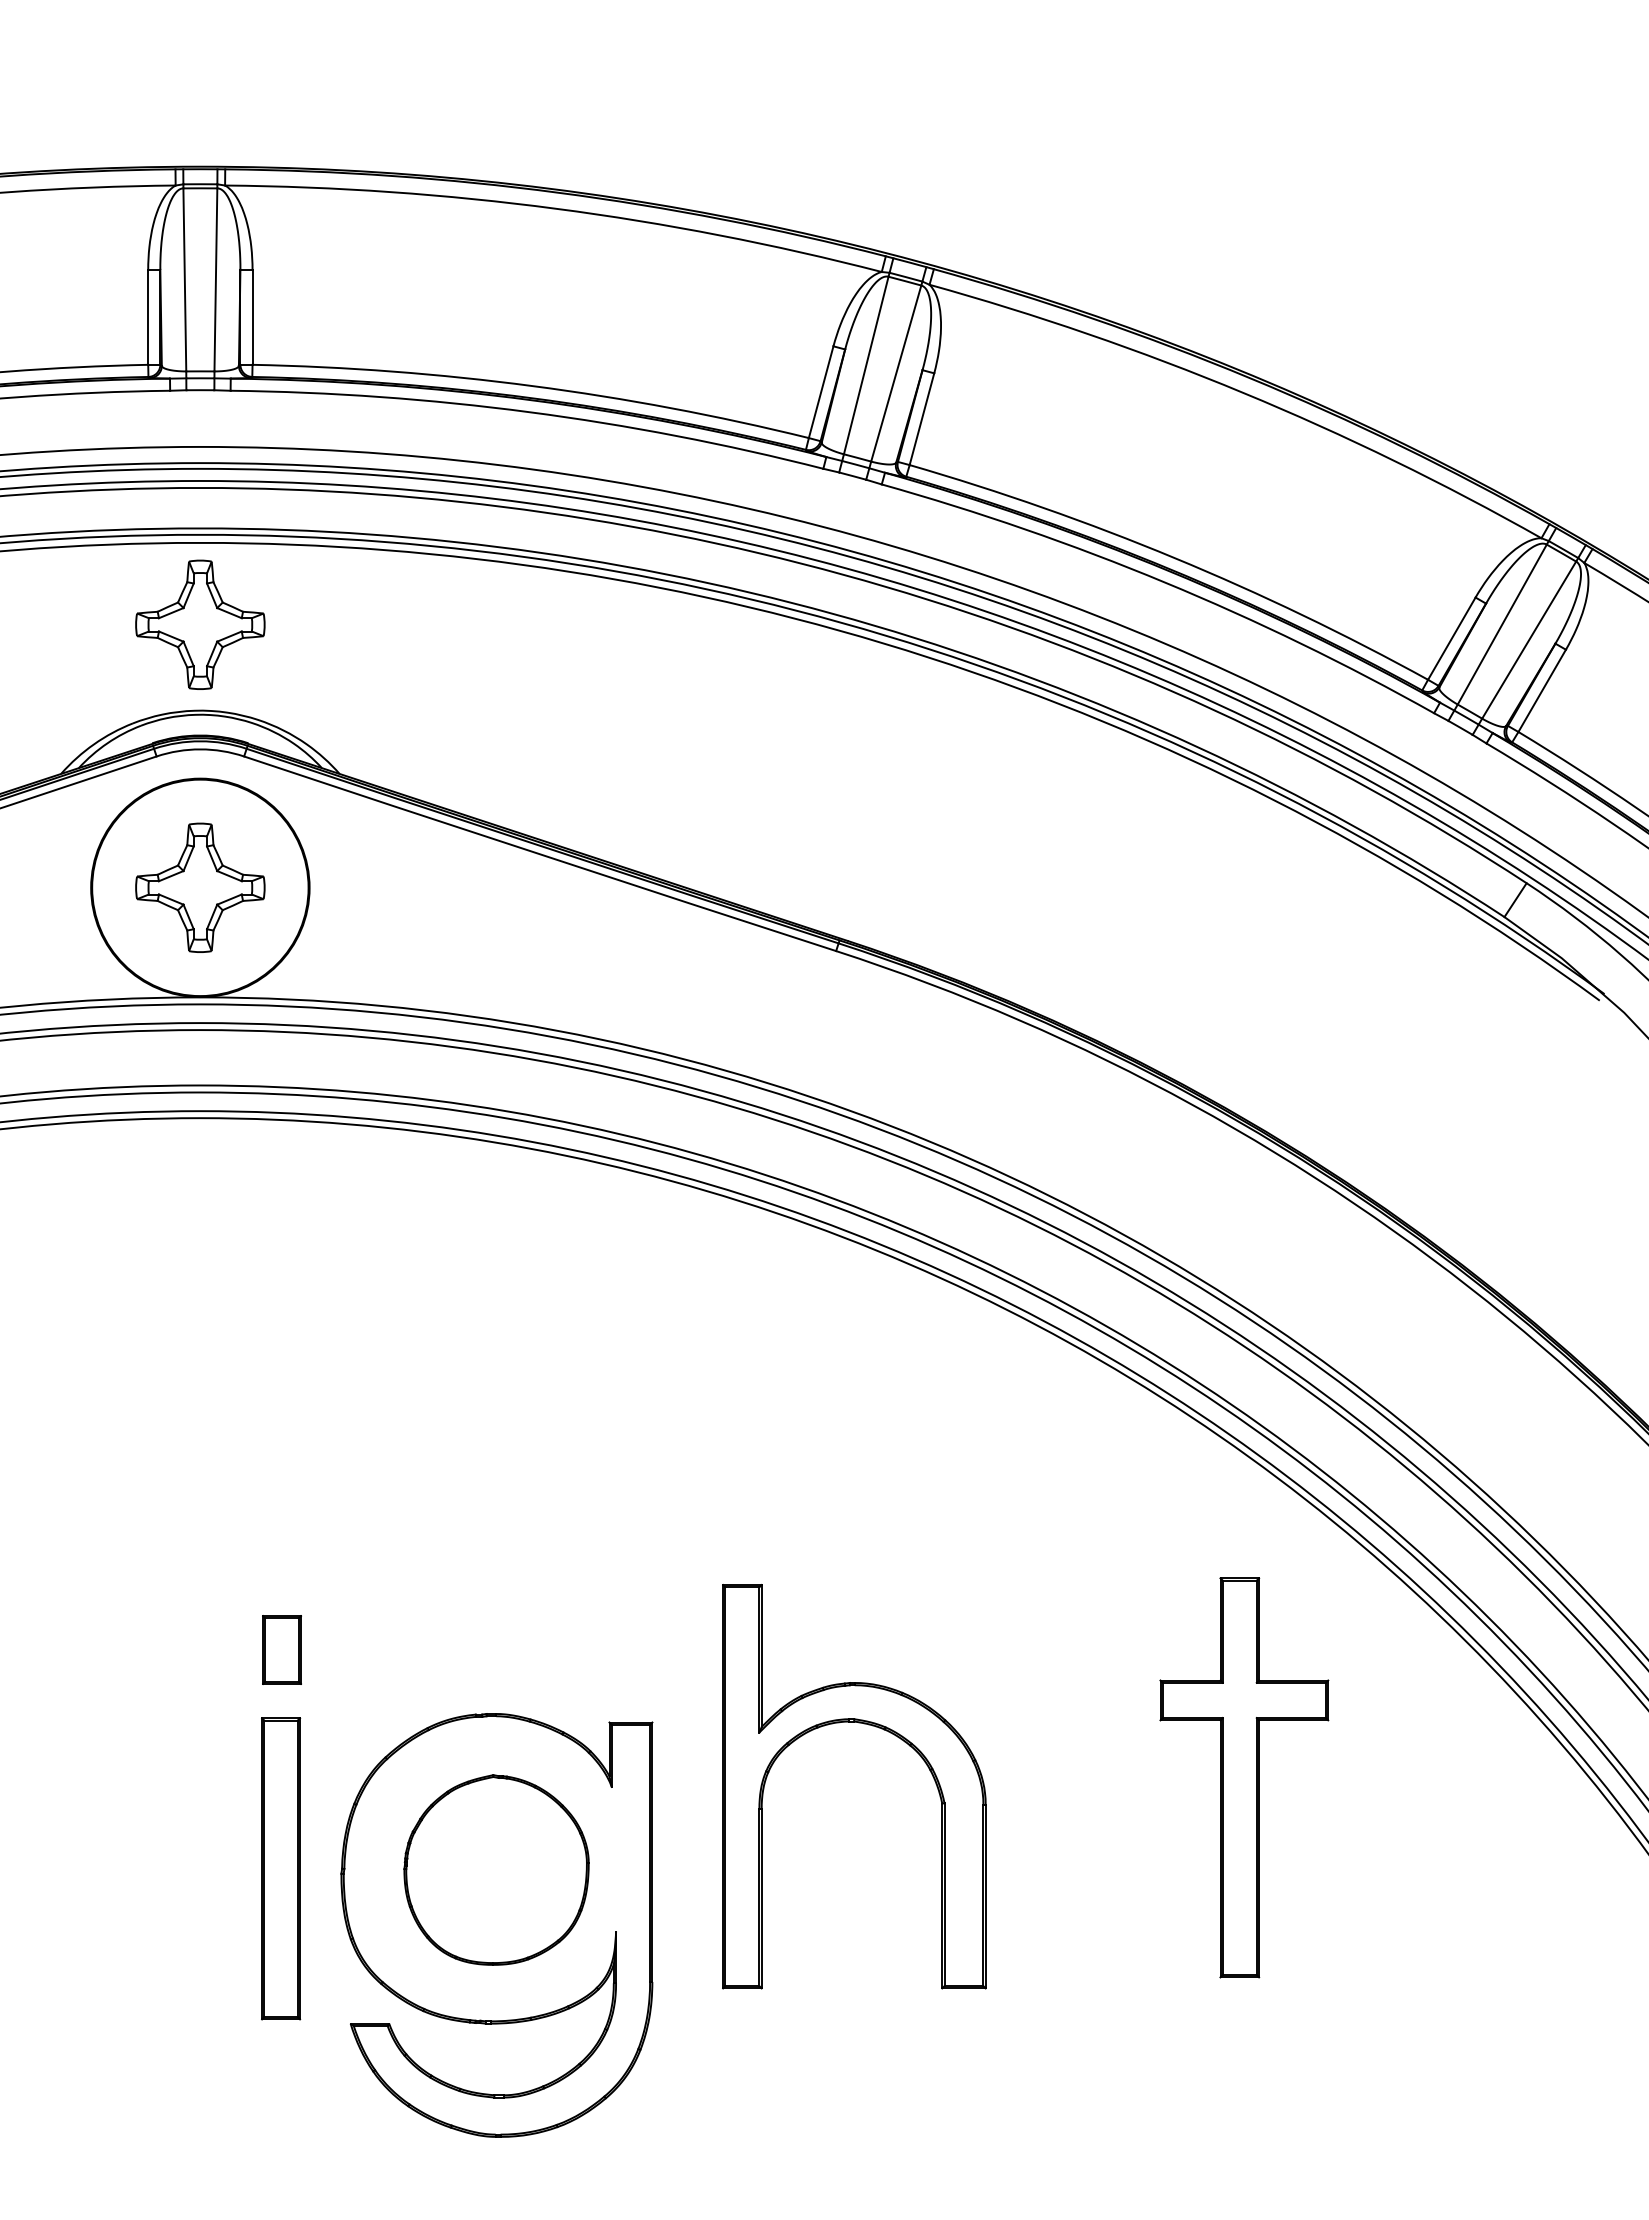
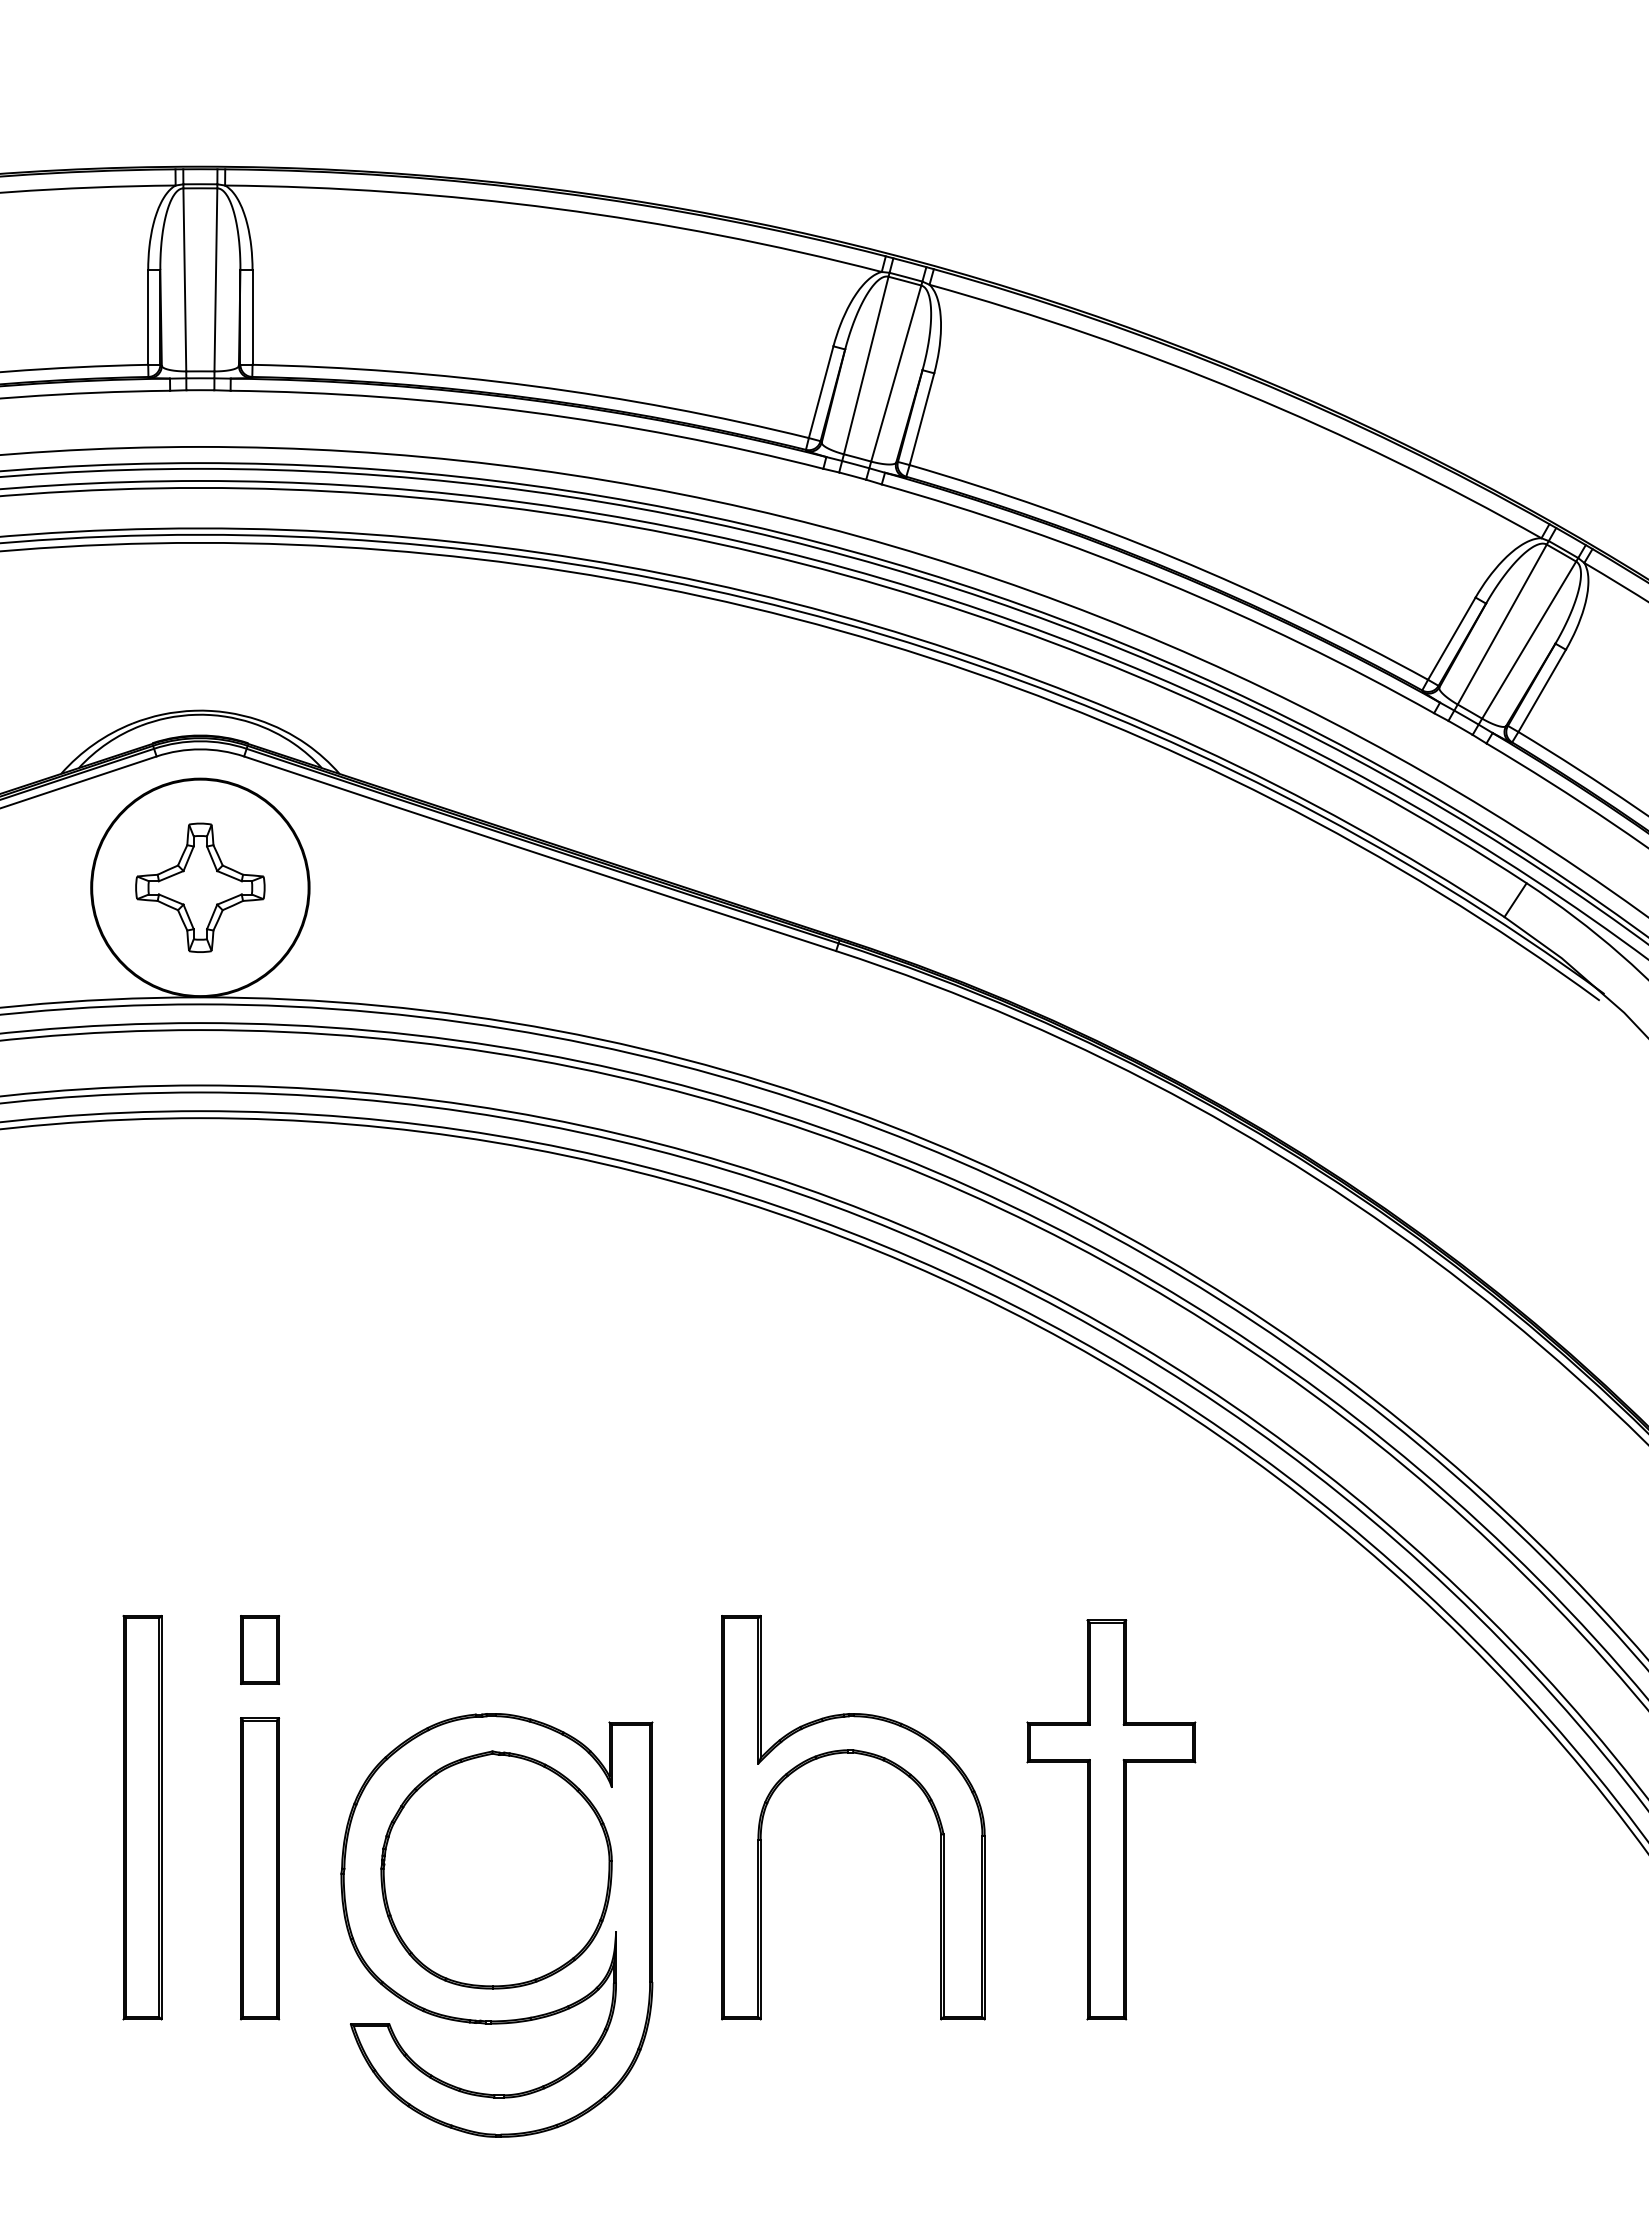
part at (200, 624): present -> none
part at (281, 1649) position: (281, 1649) -> (259, 1649)
part at (868, 1725) position: (868, 1725) -> (867, 1756)
part at (1244, 1777) position: (1244, 1777) -> (1111, 1819)
part at (142, 1817): none -> present
part at (281, 1868) position: (281, 1868) -> (260, 1868)
part at (496, 1869) size: 187x192 px -> 233x240 px
